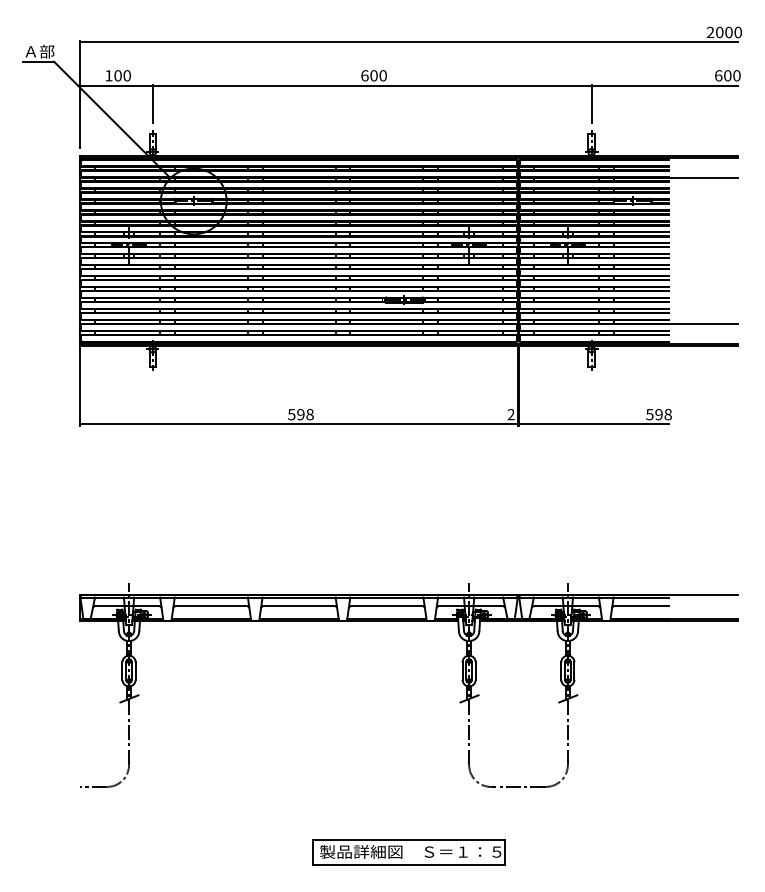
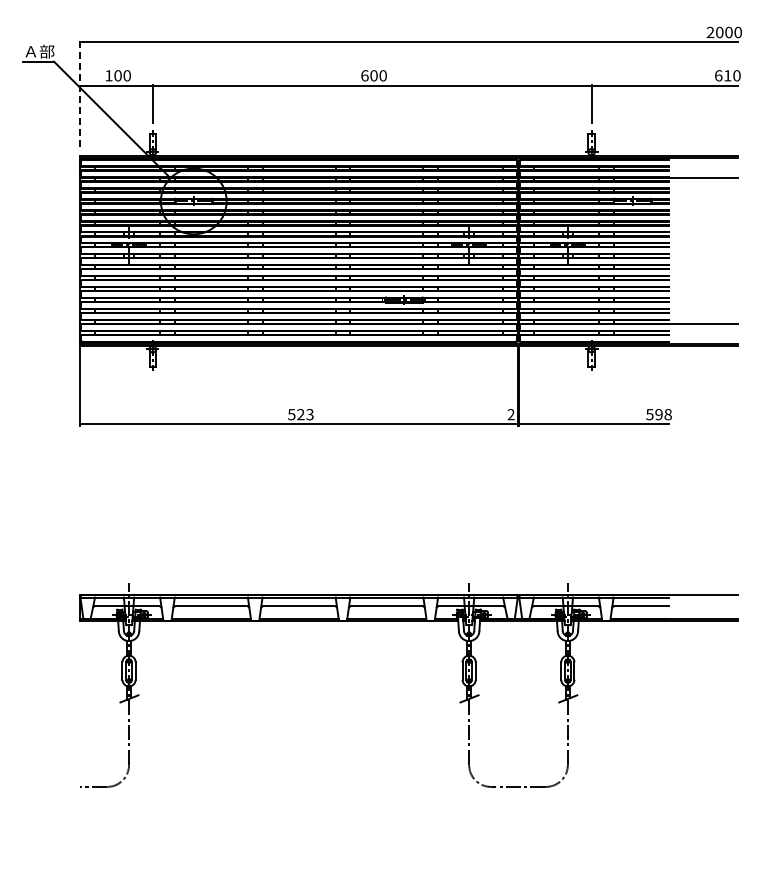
text at (727, 75): 600 -> 610
line at (79, 95): solid -> dashed
text at (305, 414): 598 -> 523
part at (408, 852): present -> none
